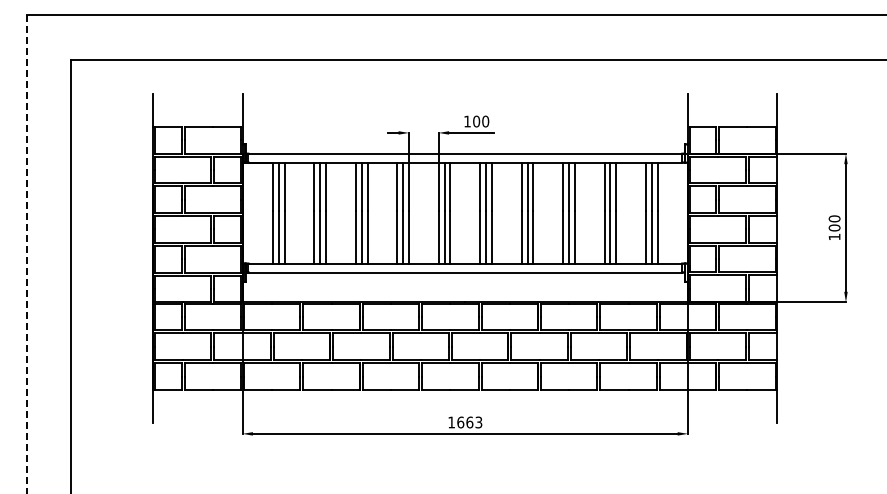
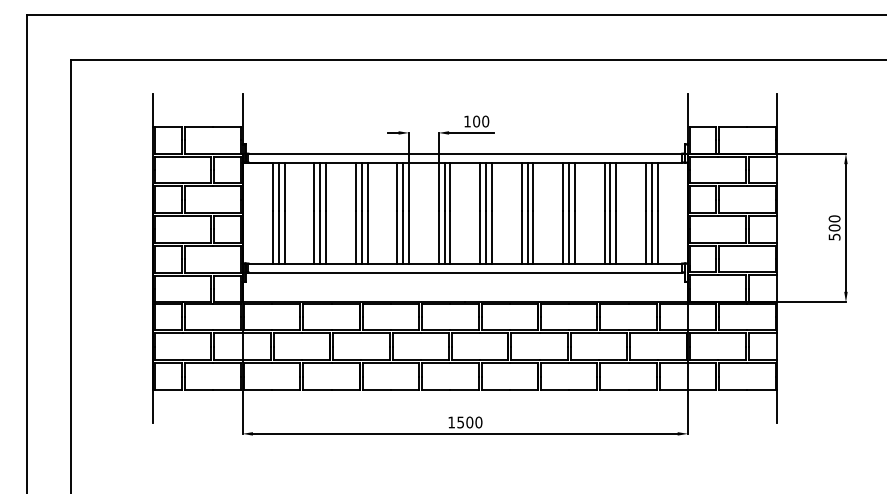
text at (834, 236): 100 -> 500
line at (26, 254): dashed -> solid
text at (469, 422): 1663 -> 1500
